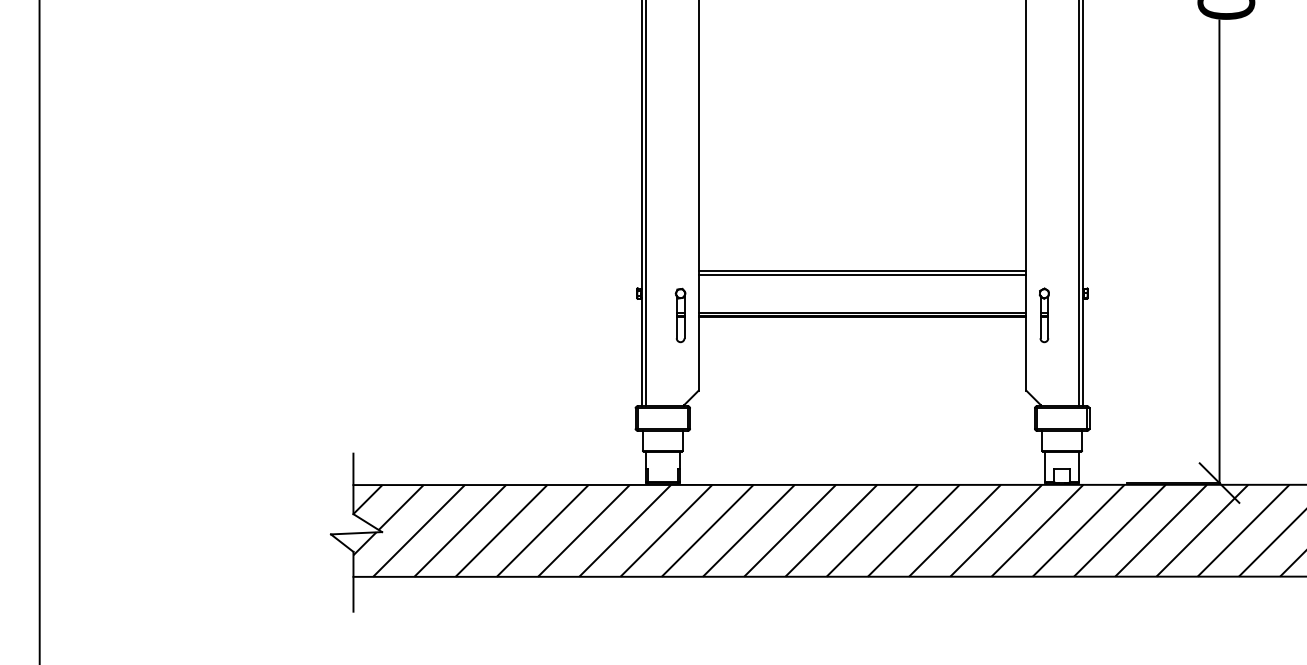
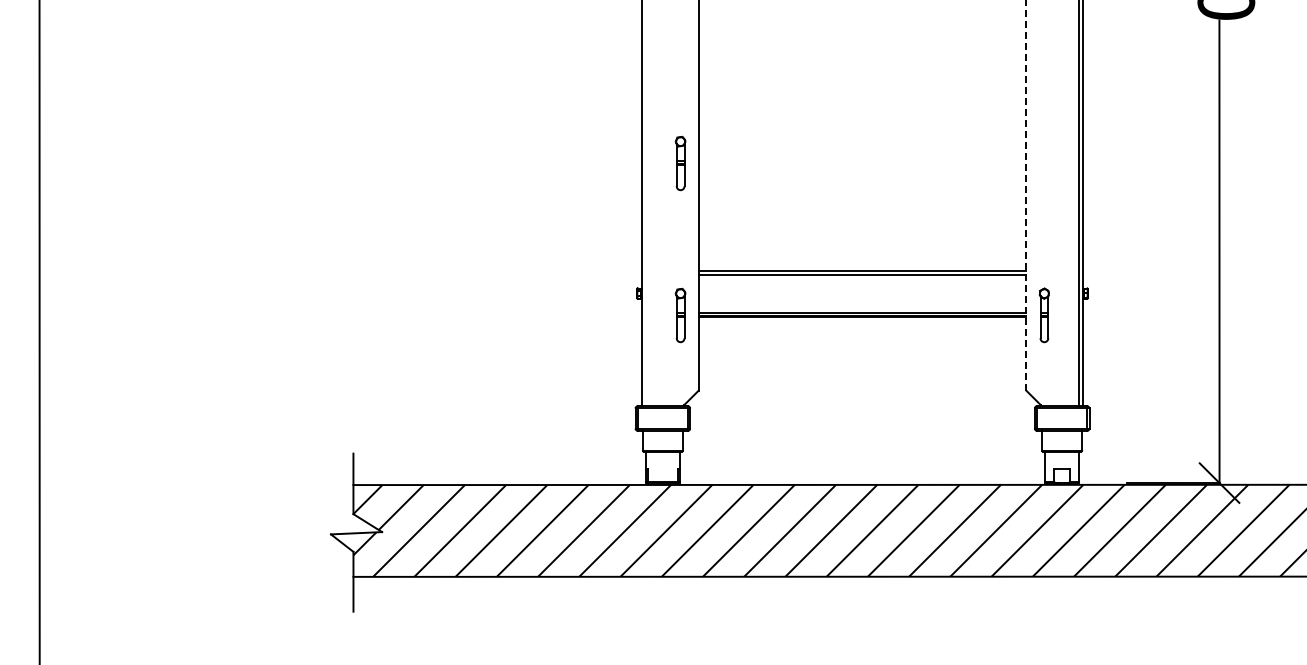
part at (680, 163): none -> present
line at (1026, 195): solid -> dashed
line at (645, 204): present -> none
